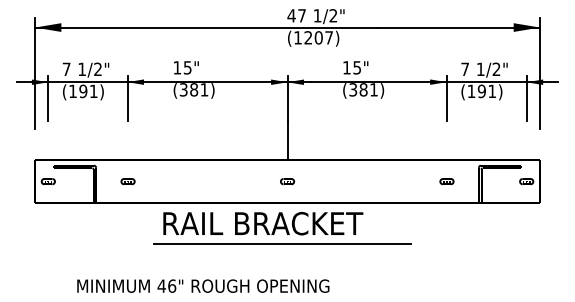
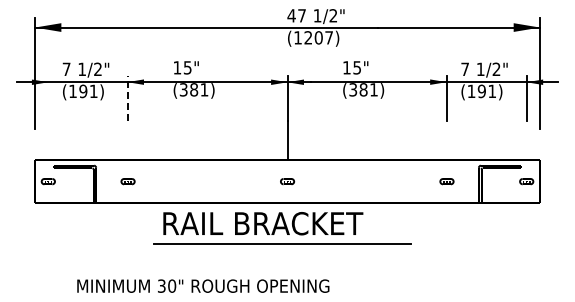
line at (48, 98): present -> none
line at (128, 98): solid -> dashed
text at (166, 285): 46" -> 30"
